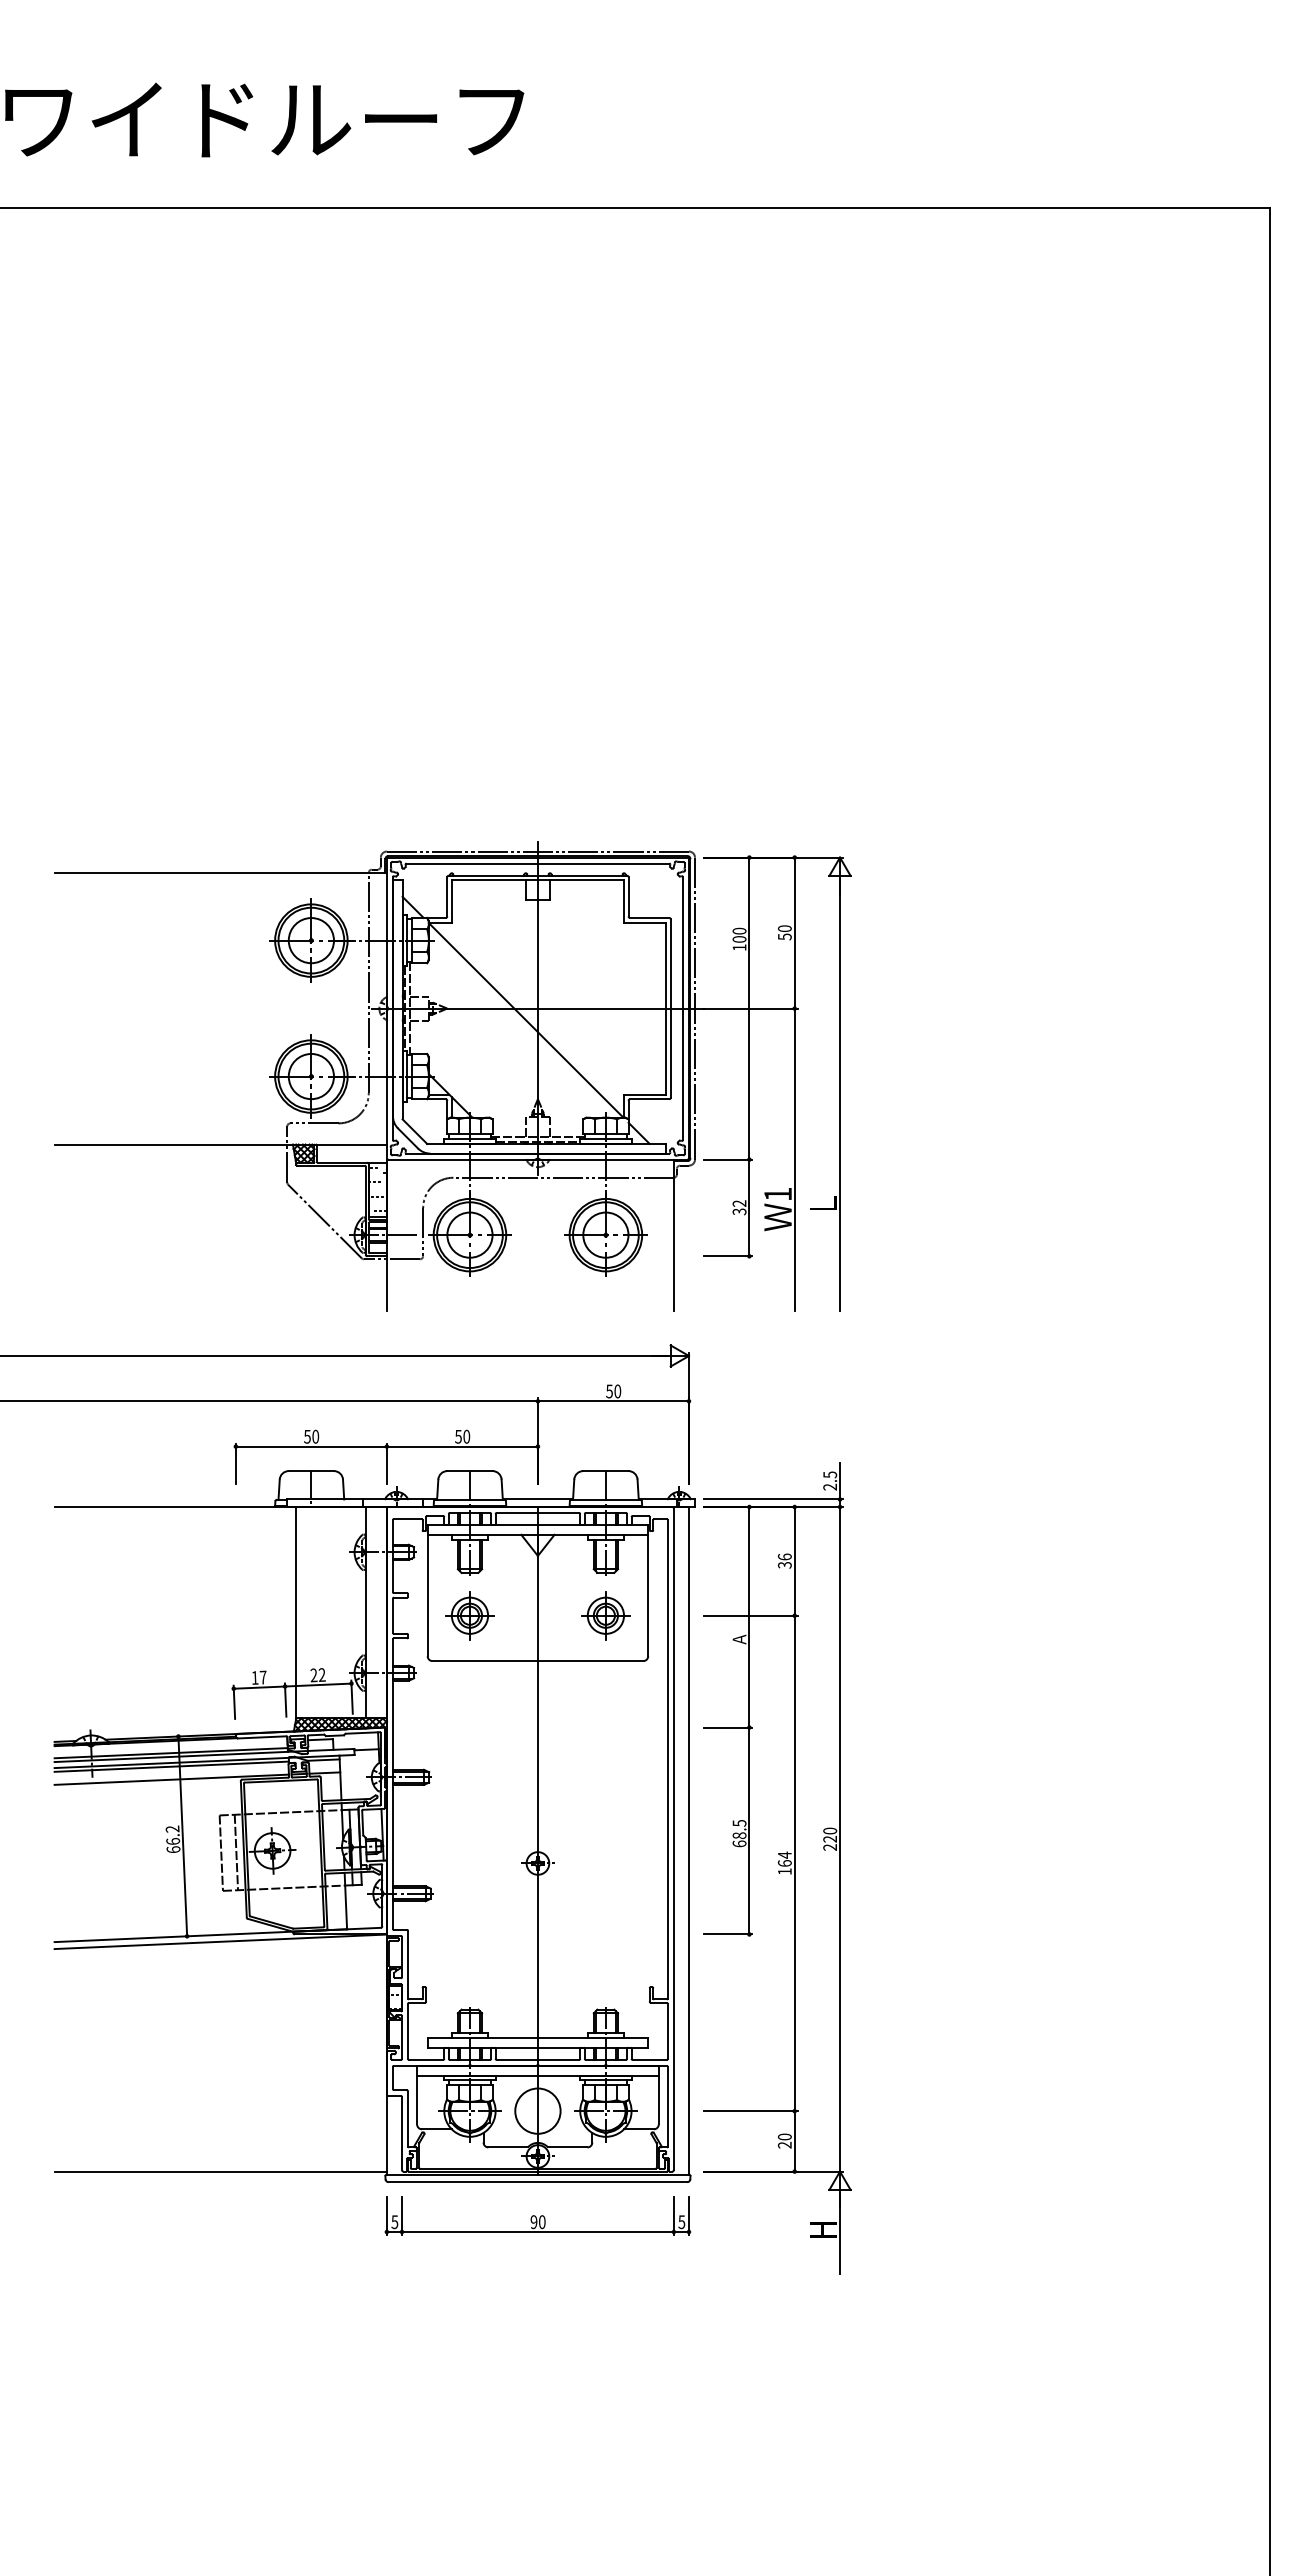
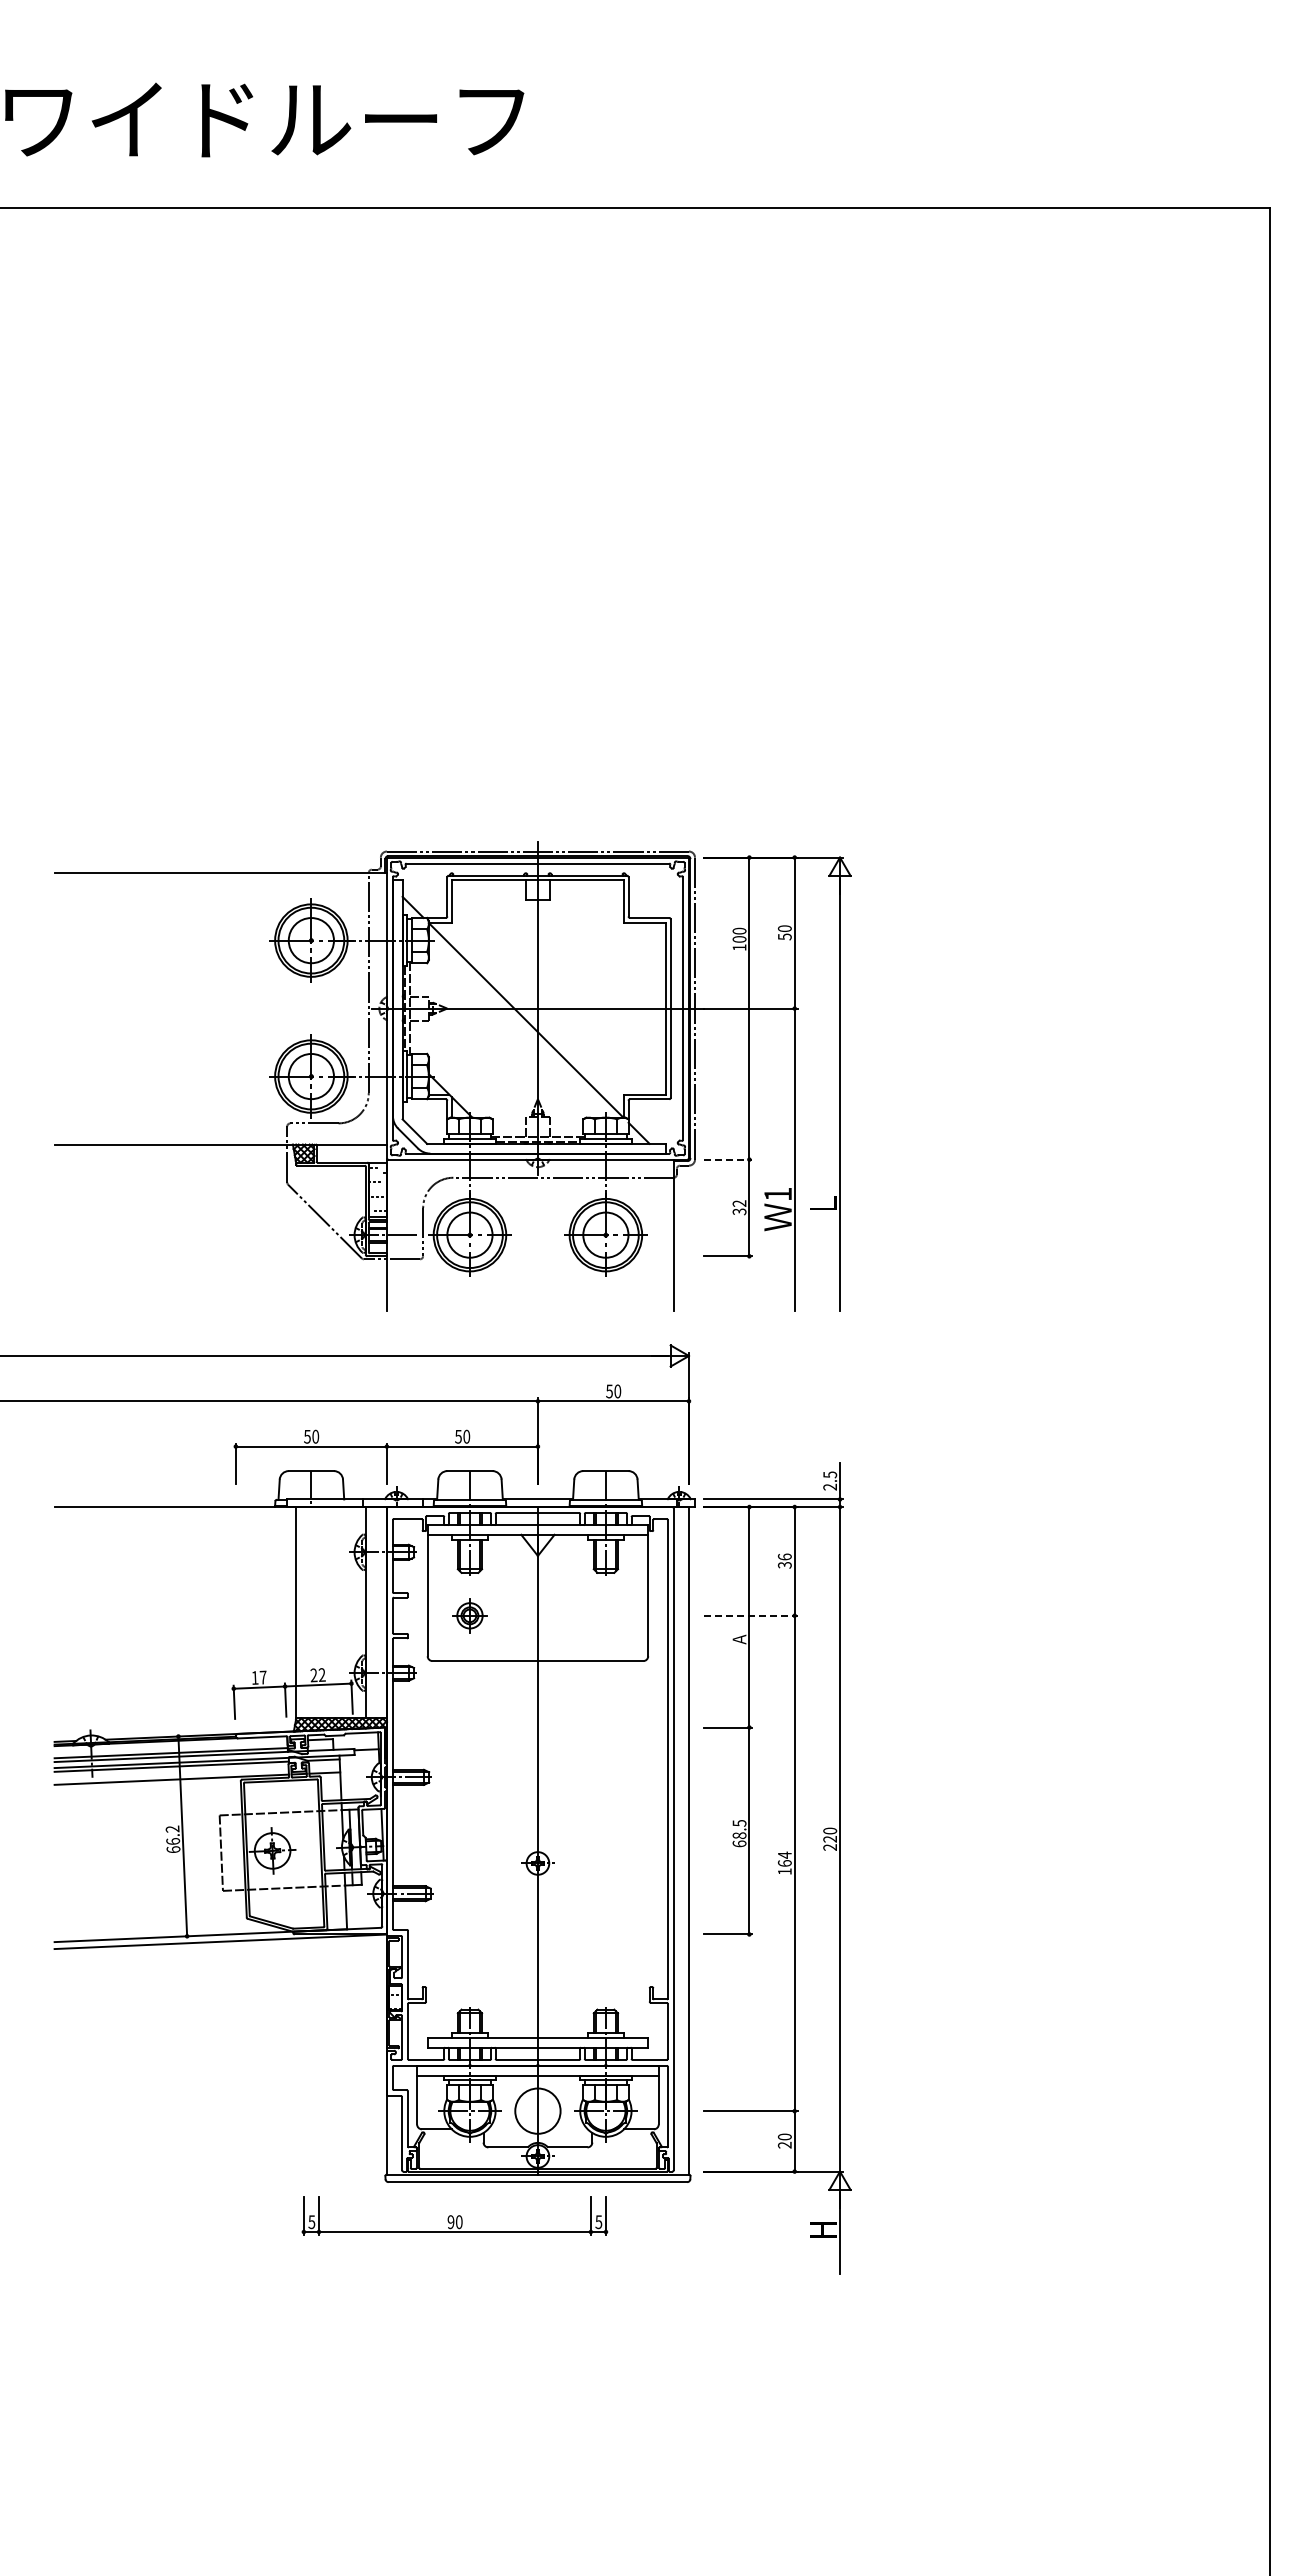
line at (728, 1159): solid -> dashed
part at (469, 1615) size: 50x50 px -> 36x36 px
part at (605, 1615): present -> none
line at (750, 1615): solid -> dashed
line at (236, 1852): present -> none
line at (220, 2171): present -> none
part at (537, 2215) position: (537, 2215) -> (454, 2215)
